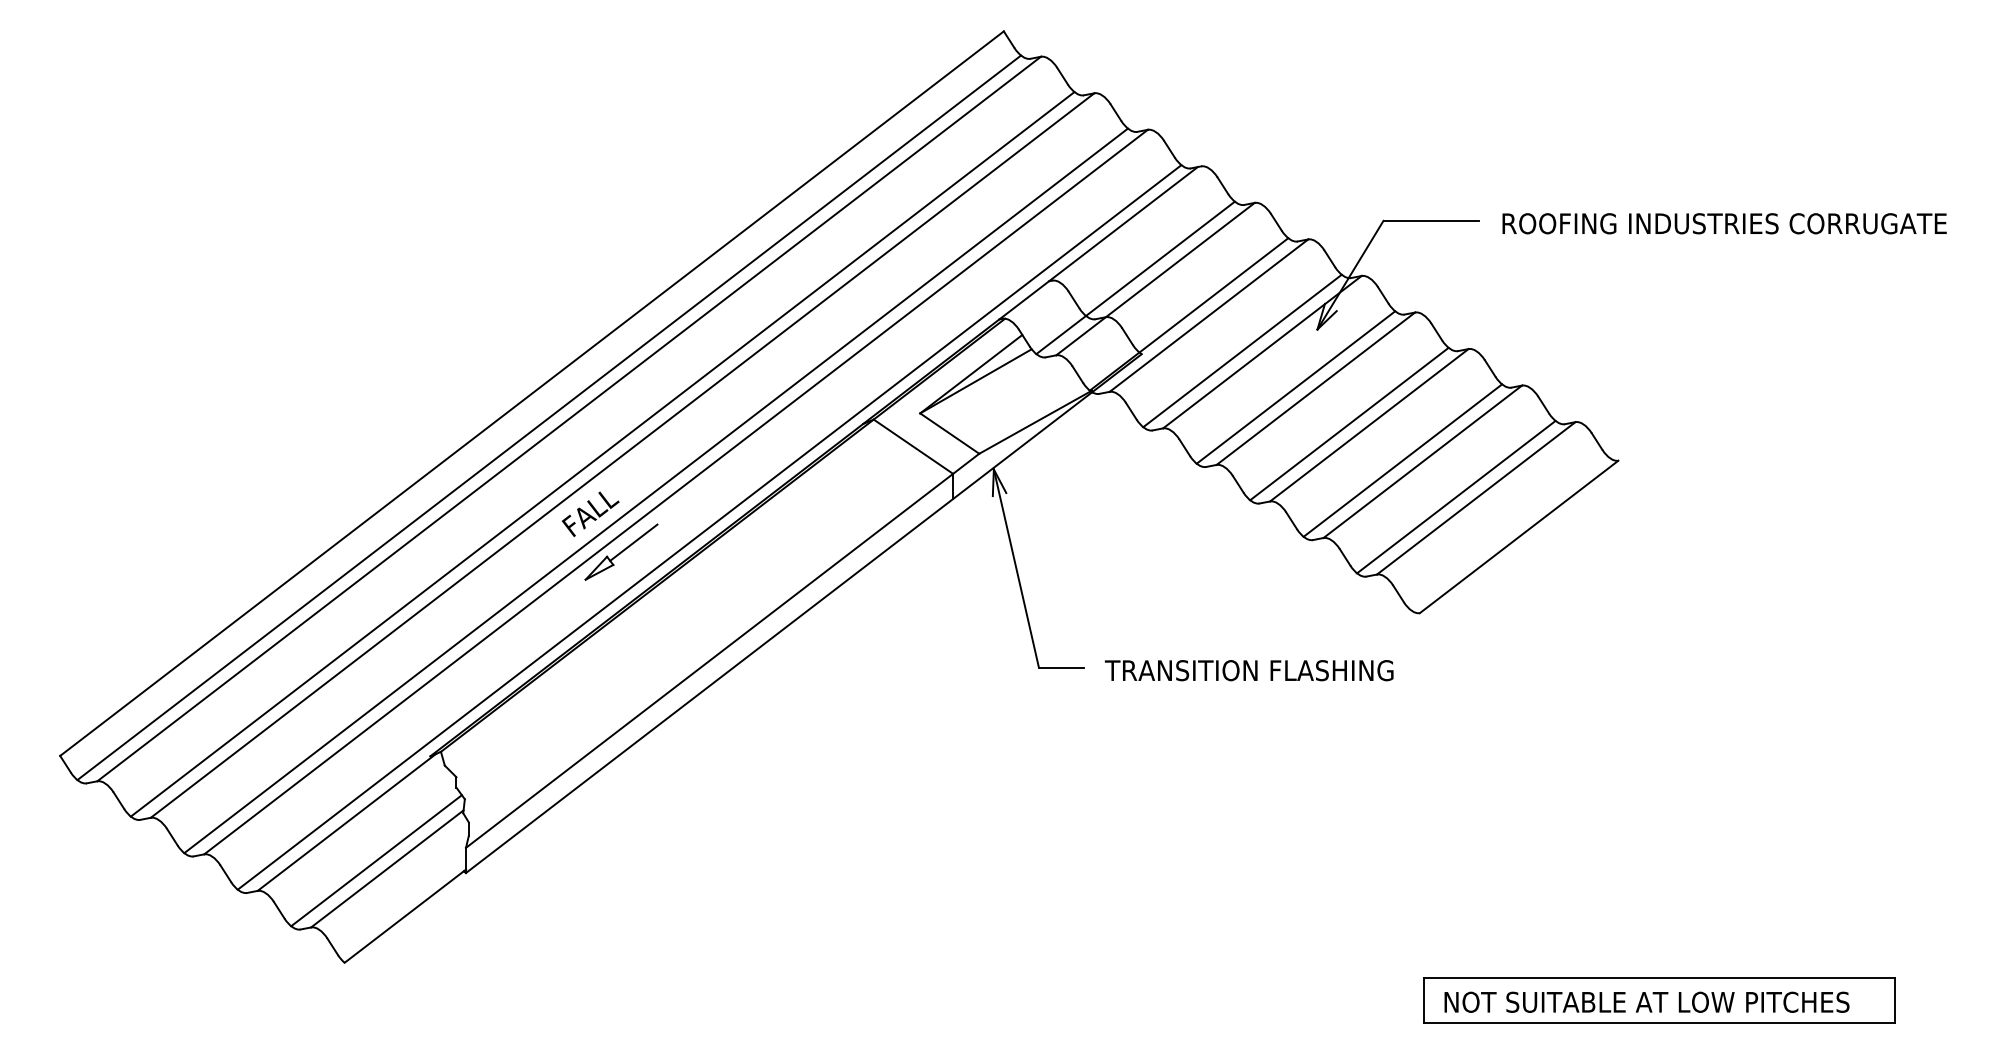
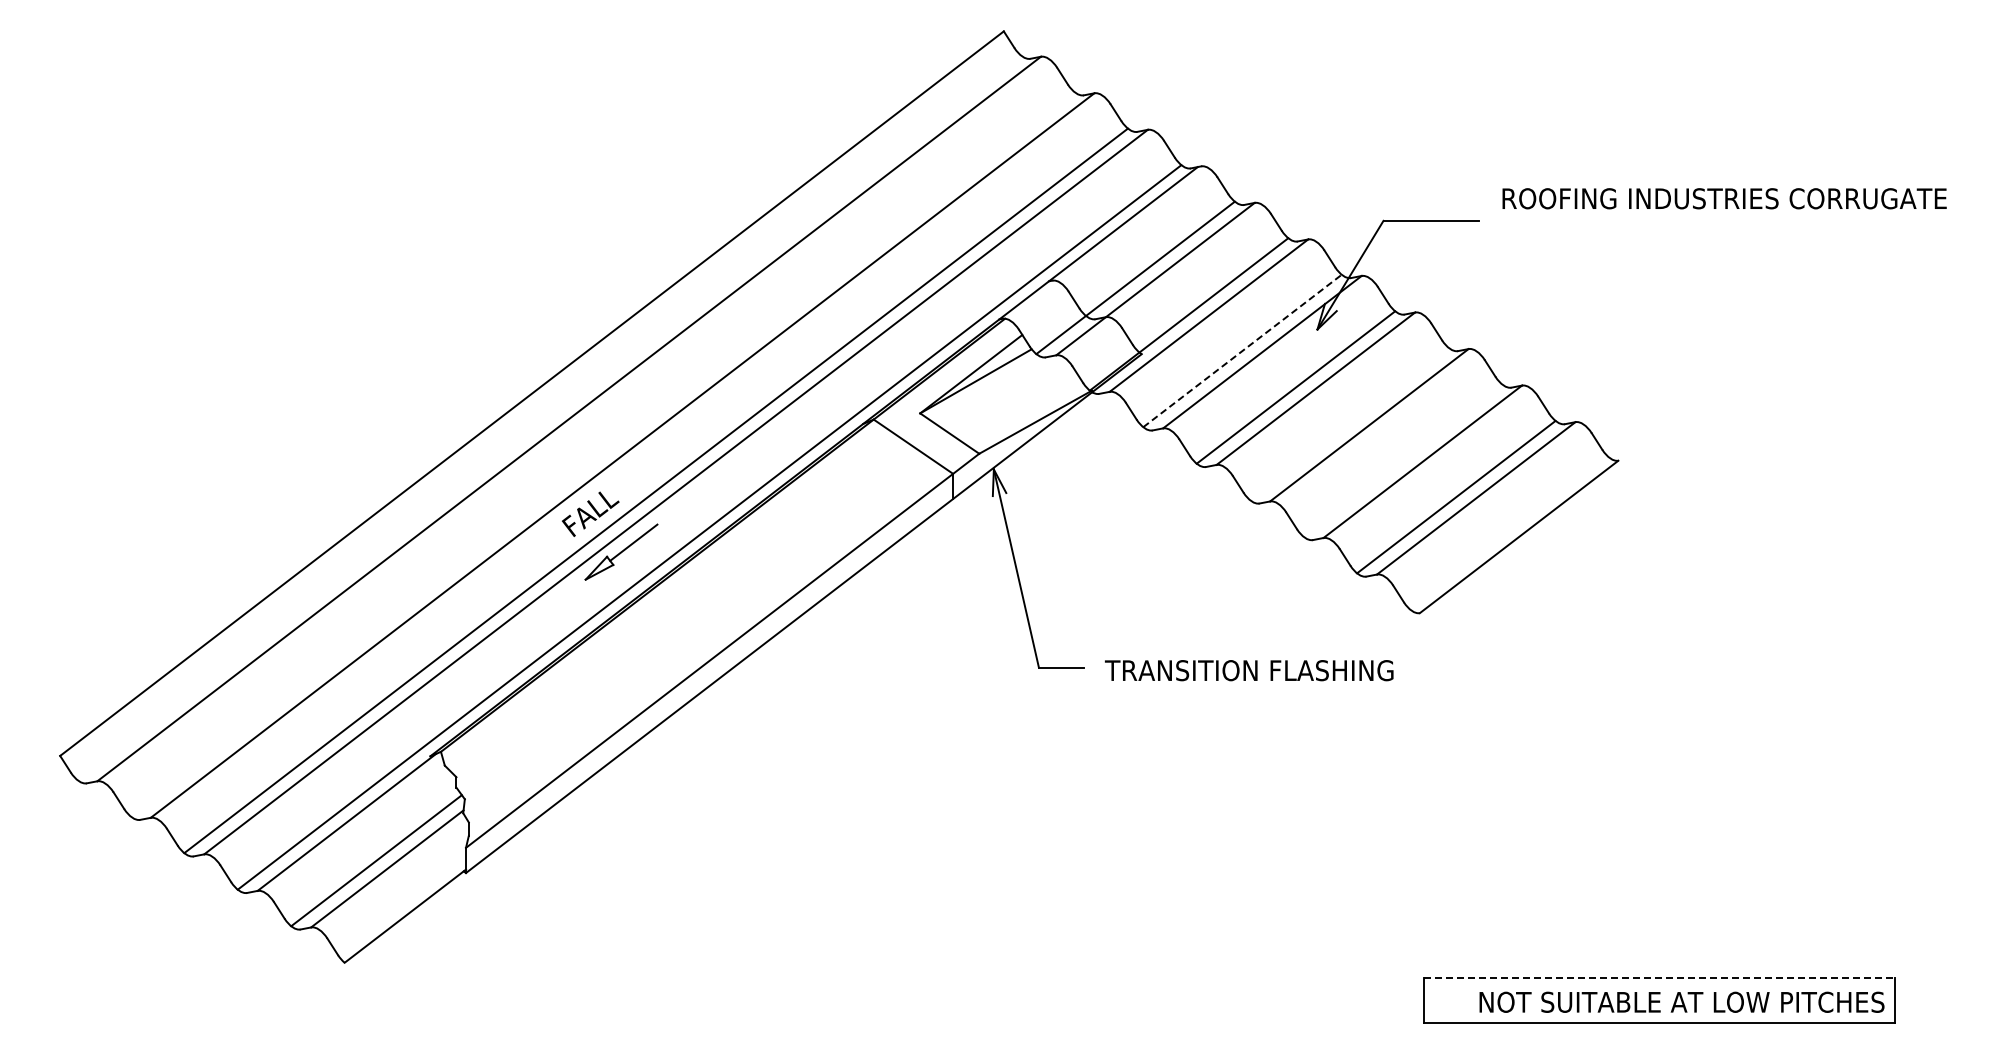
text at (1724, 223) position: (1724, 223) -> (1724, 198)
line at (1242, 350): solid -> dashed
line at (549, 417): present -> none
line at (1349, 423): present -> none
line at (602, 454): present -> none
line at (1402, 460): present -> none
line at (1659, 978): solid -> dashed
text at (1646, 1001) position: (1646, 1001) -> (1681, 1001)
